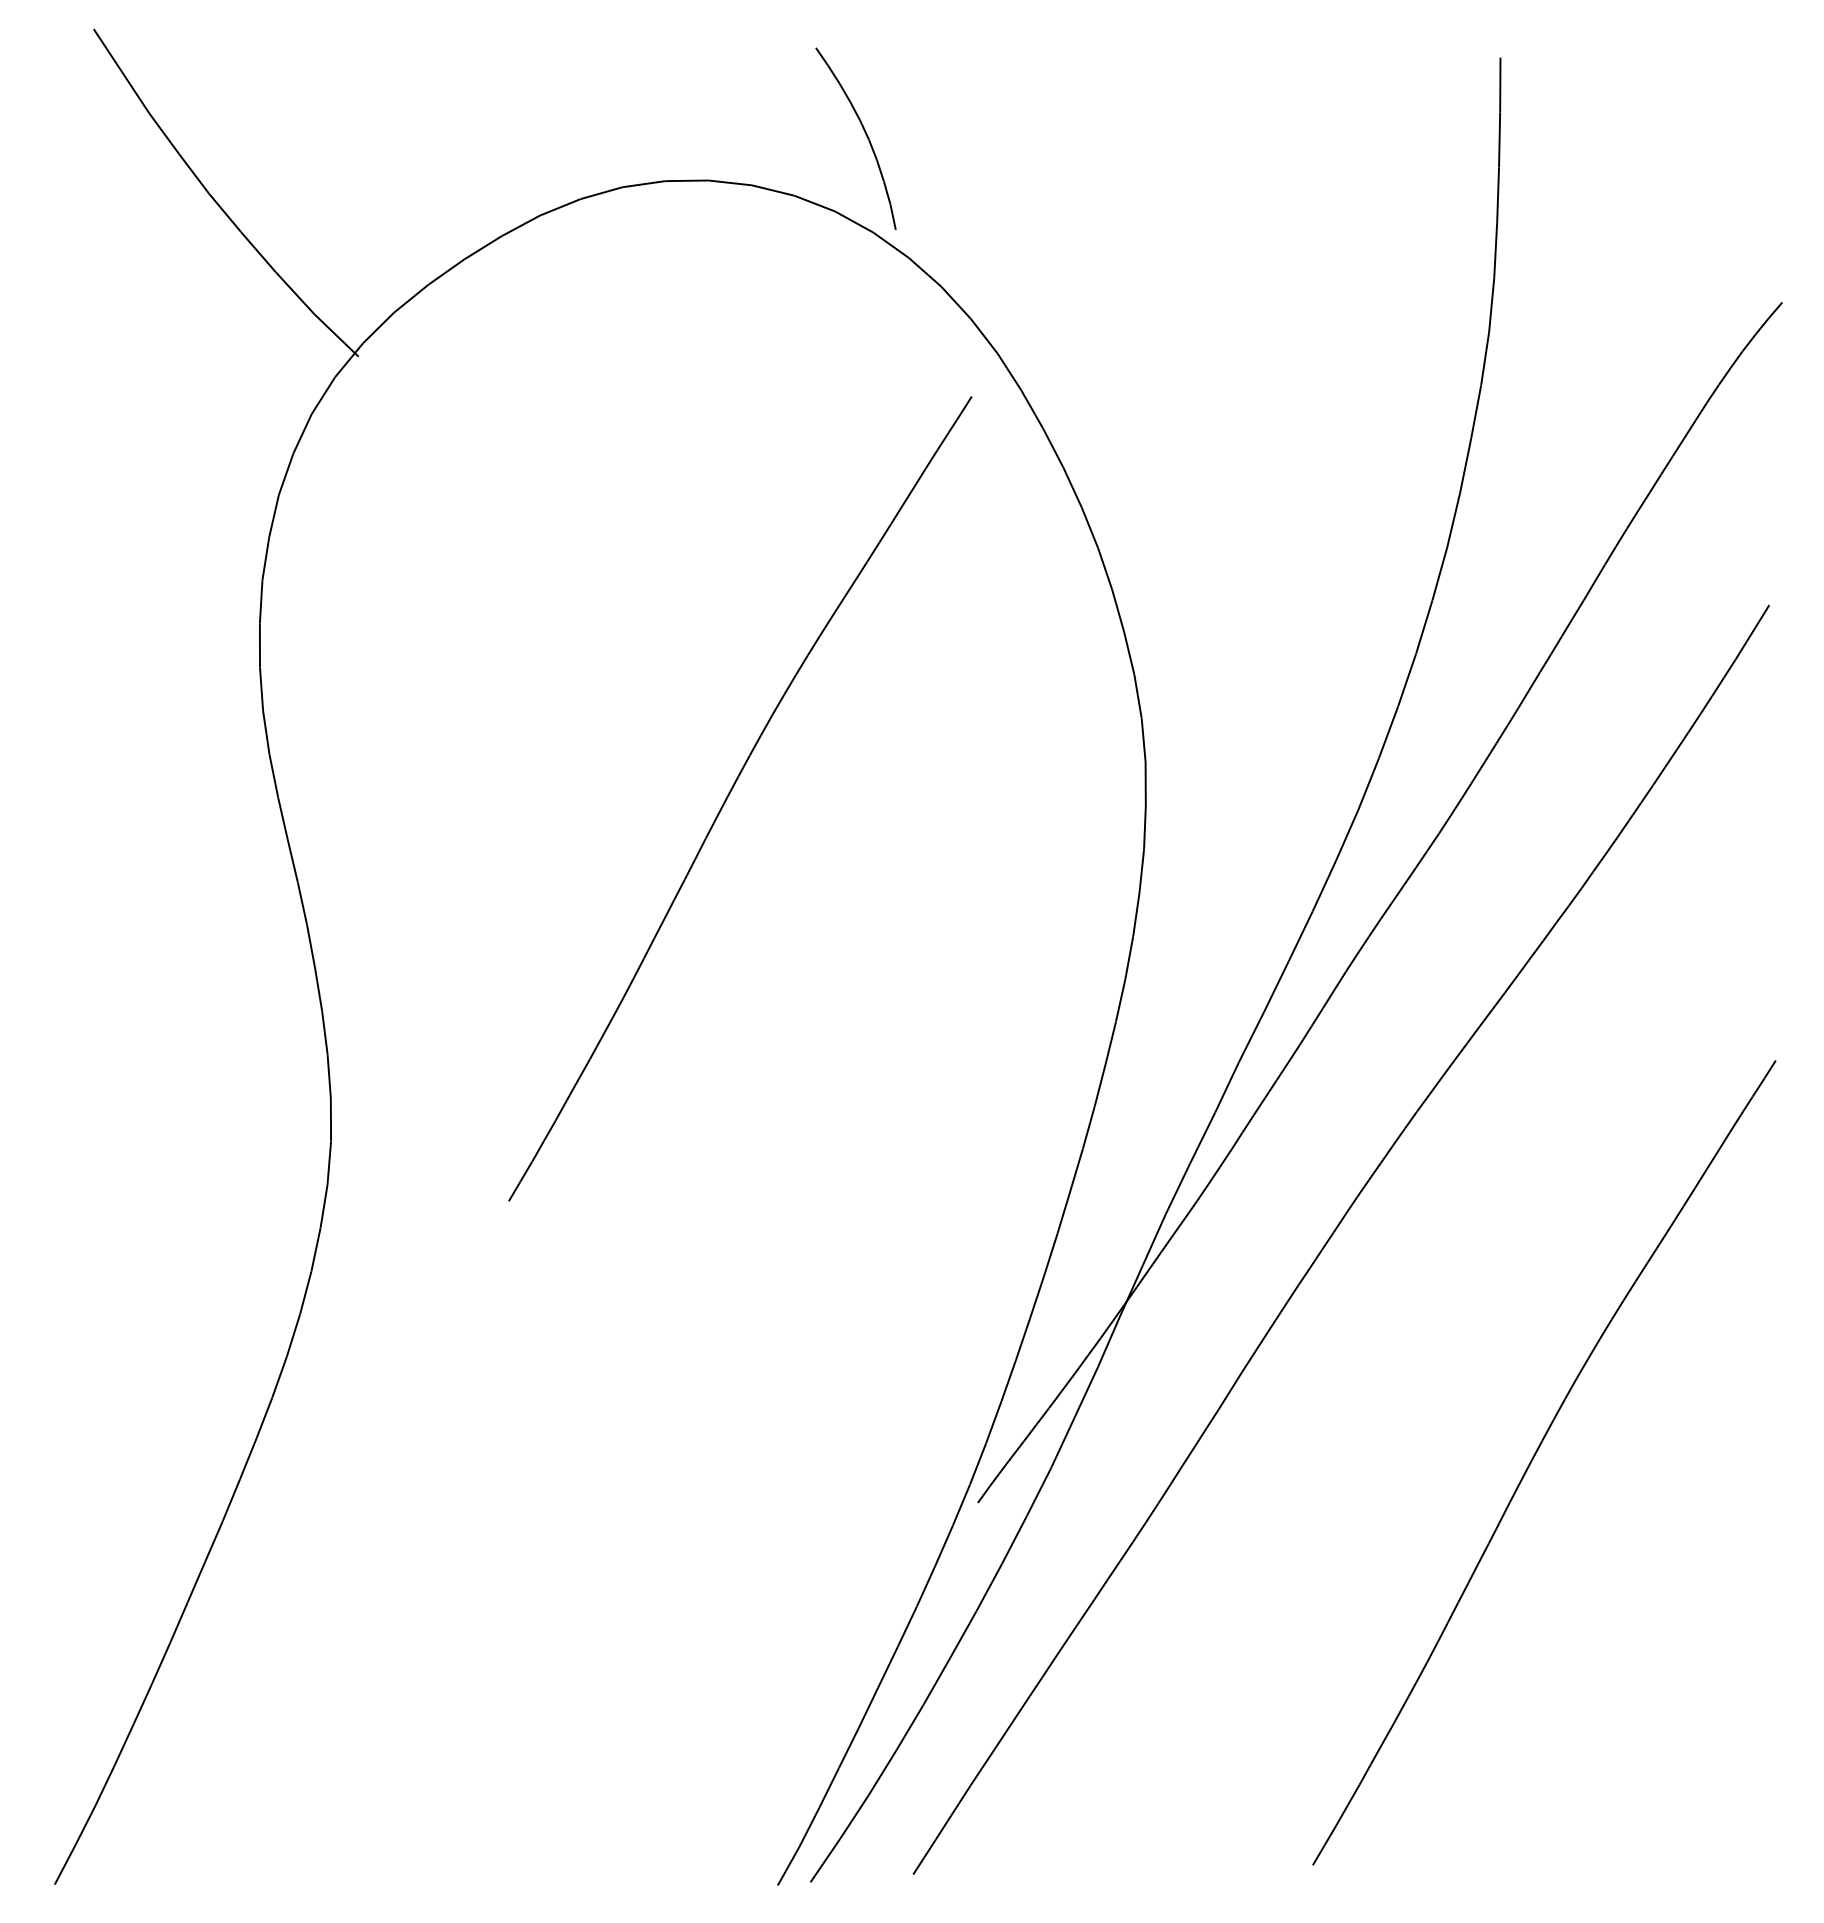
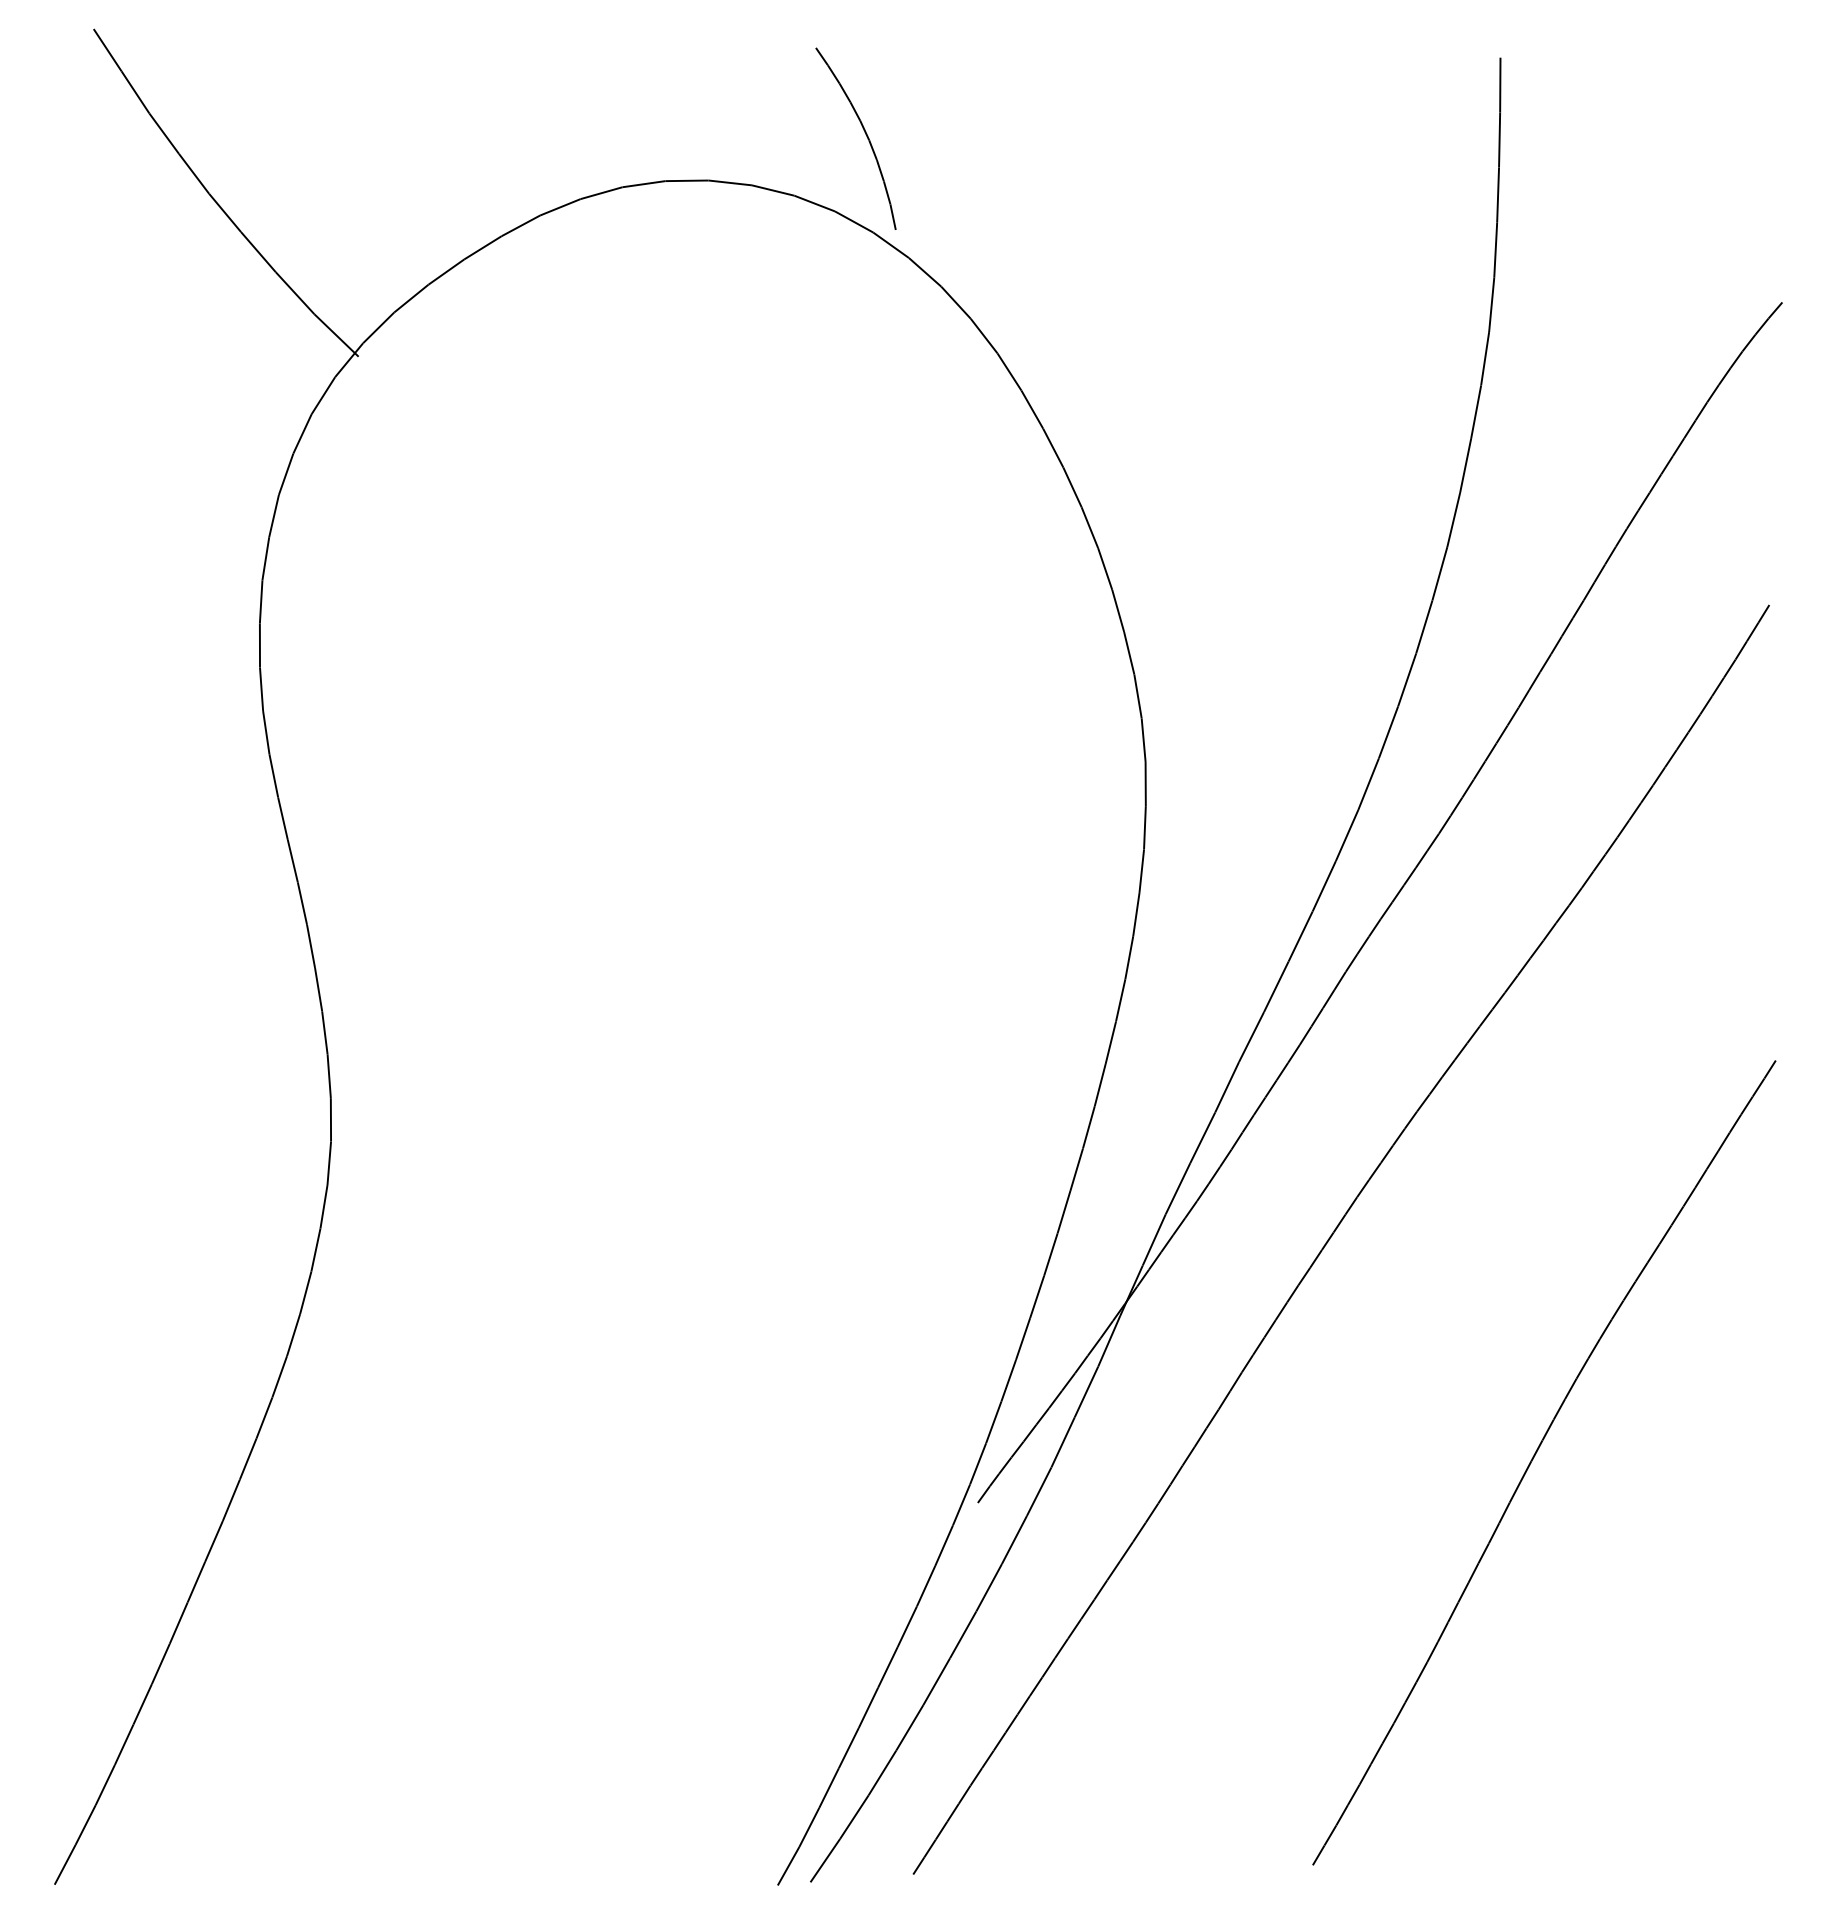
part at (730, 793): present -> none
